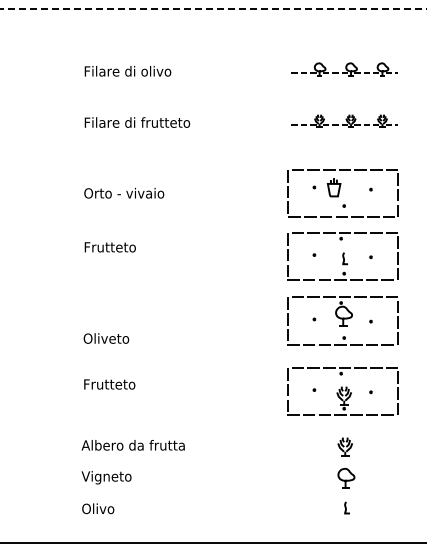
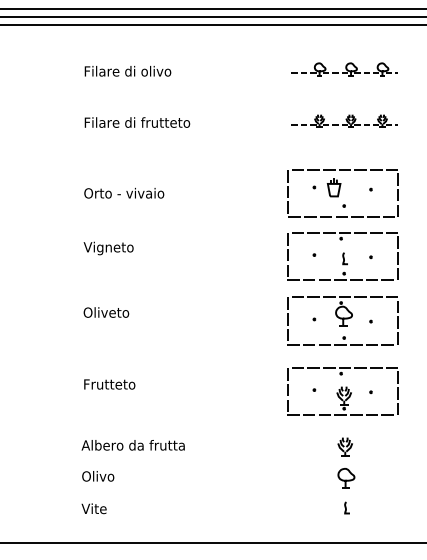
line at (213, 8): dashed -> solid
line at (212, 16): none -> present
line at (212, 24): none -> present
text at (109, 248): Frutteto -> Vigneto
text at (106, 338) position: (106, 338) -> (106, 312)
text at (106, 477): Vigneto -> Olivo
text at (97, 508): Olivo -> Vite
